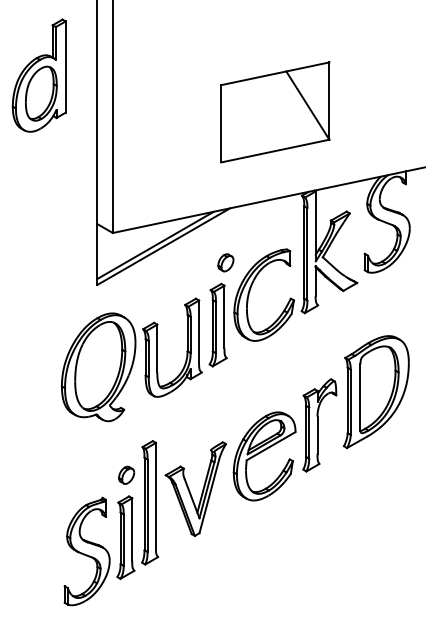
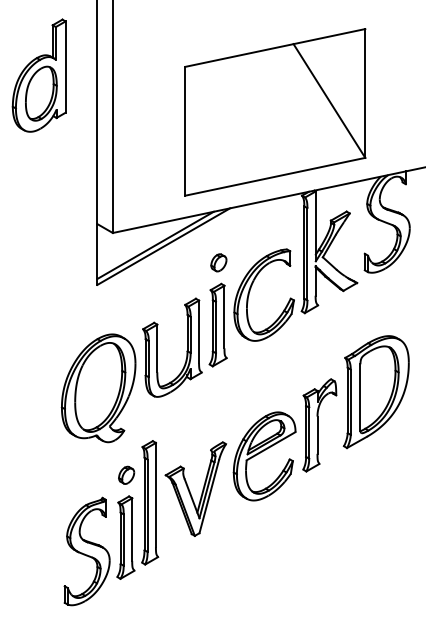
part at (275, 112) size: 111x103 px -> 183x169 px
part at (225, 262) position: (225, 262) -> (218, 262)
part at (98, 367) position: (98, 367) -> (98, 388)
